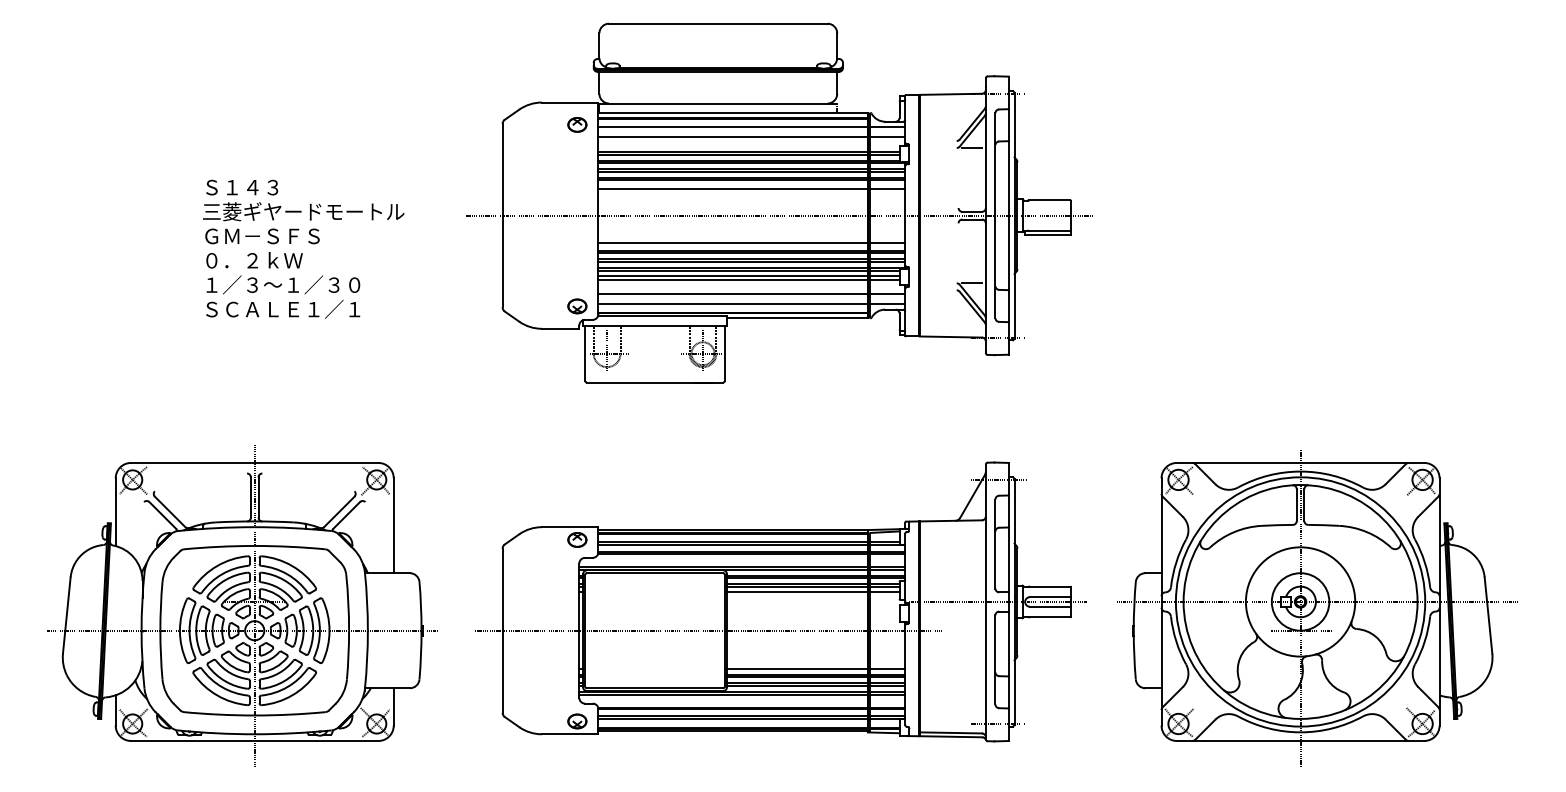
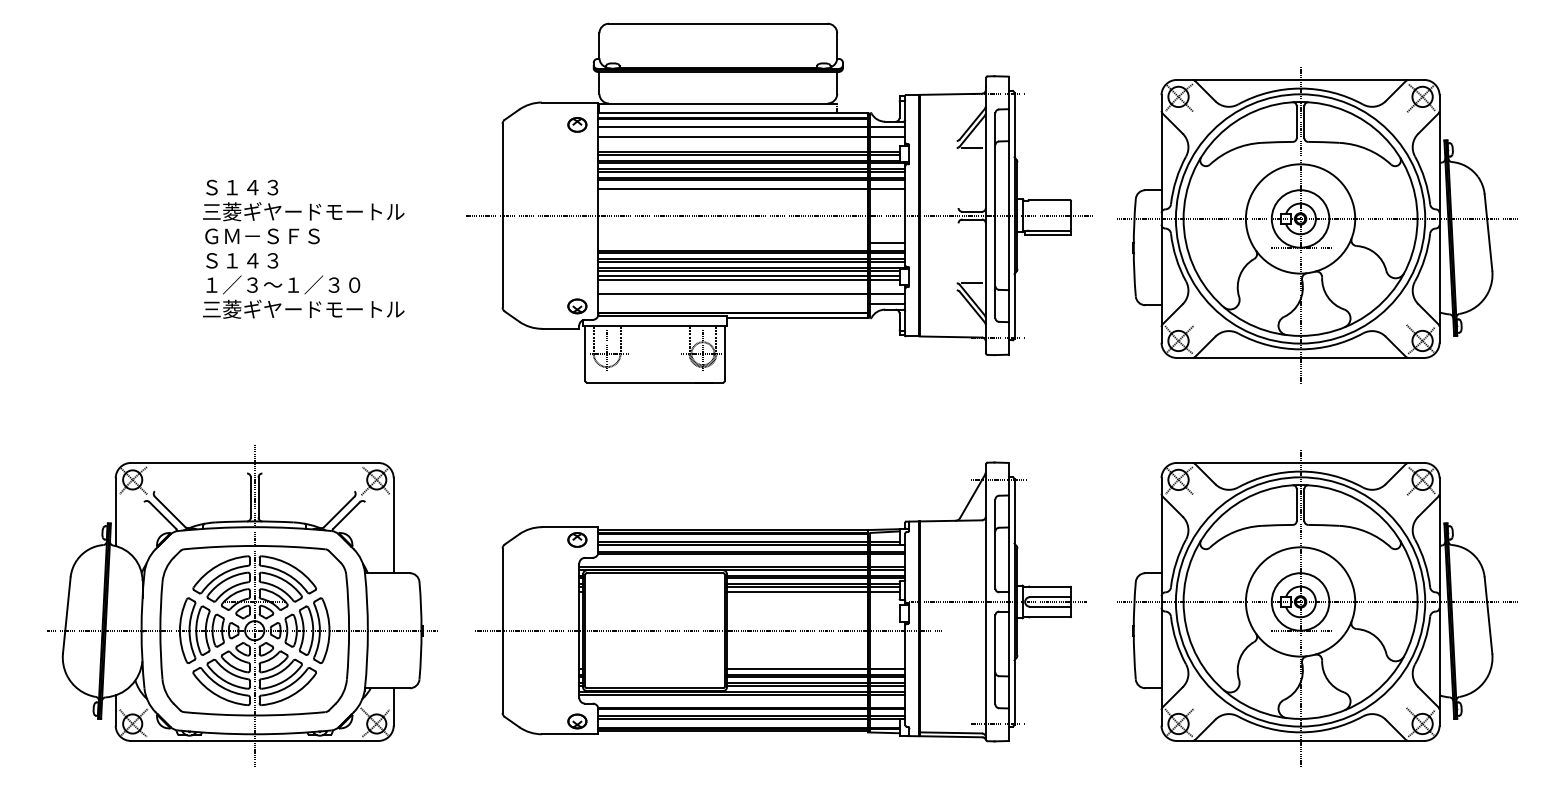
part at (1317, 225): none -> present
line at (732, 242): present -> none
text at (254, 260): ０．２ｋＷ -> Ｓ１４３
line at (732, 304): present -> none
text at (303, 308): ＳＣＡＬＥ１／１ -> 三菱ギヤードモートル
